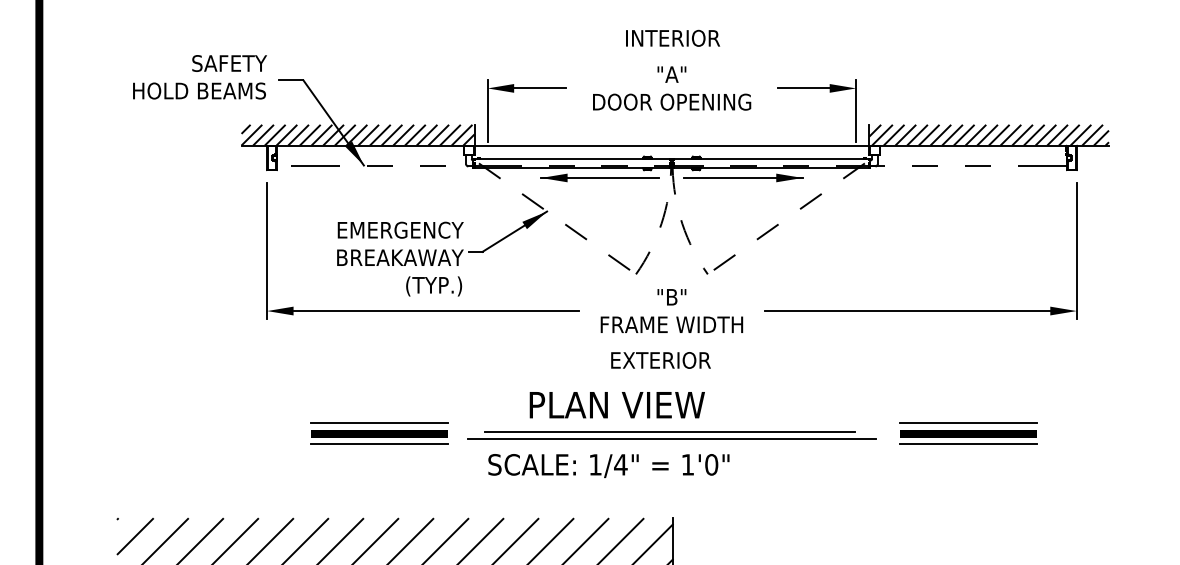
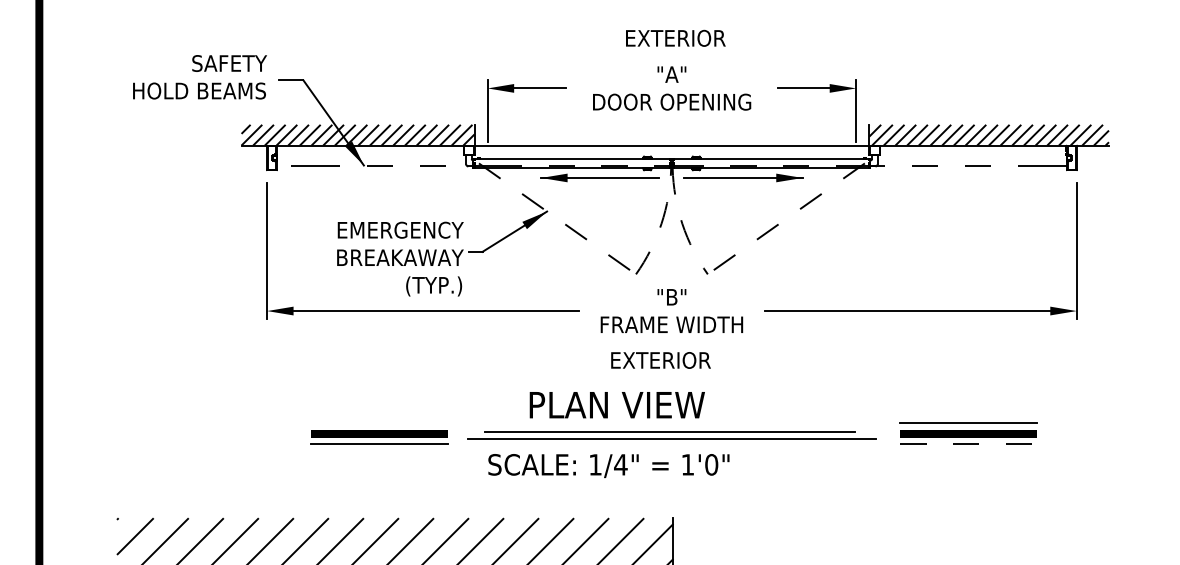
text at (676, 37): INTERIOR -> EXTERIOR
line at (379, 423): present -> none
line at (968, 443): solid -> dashed
